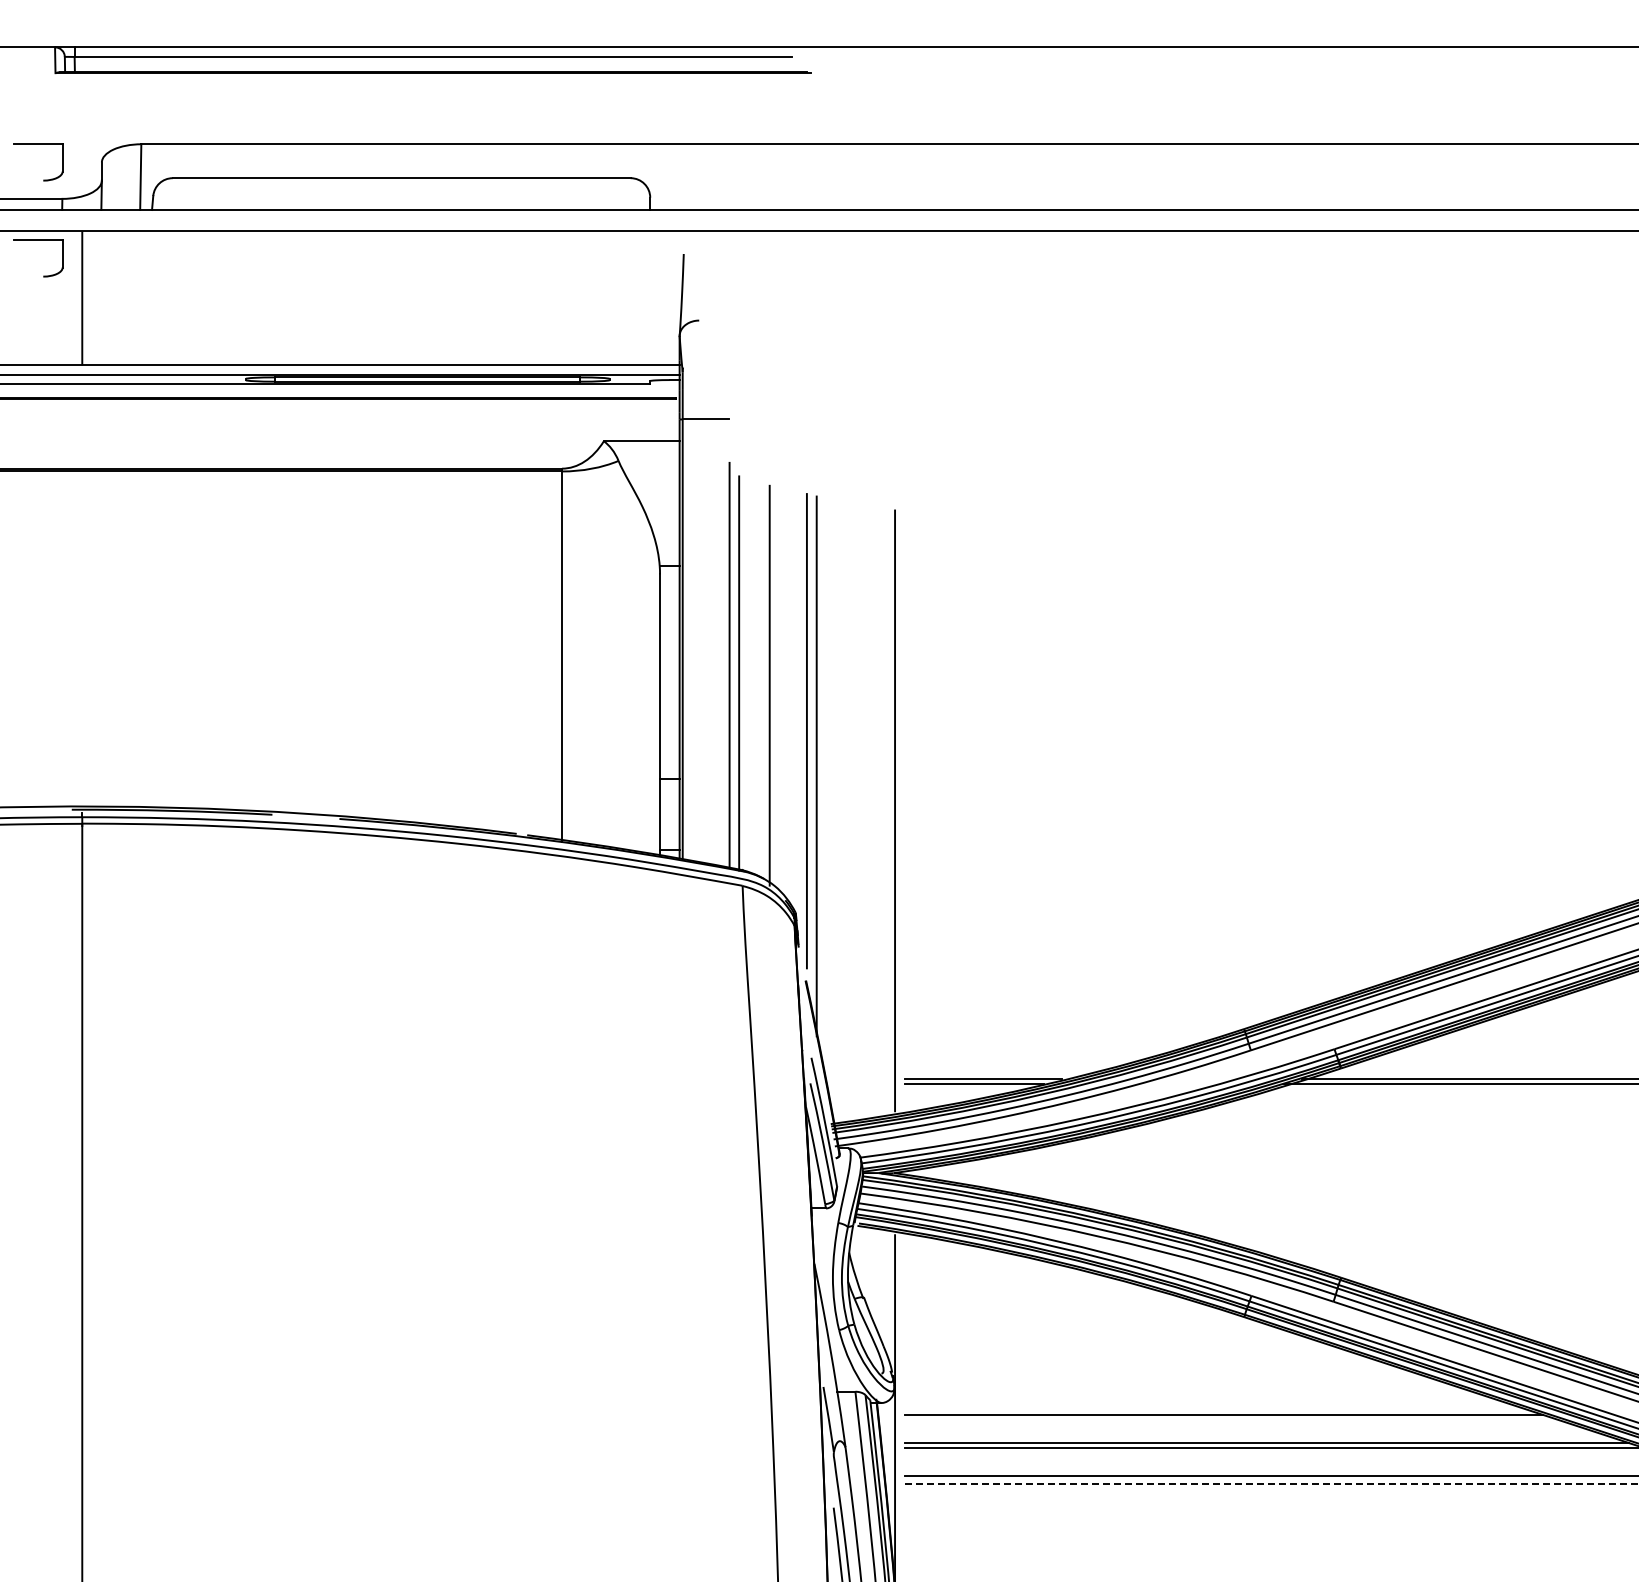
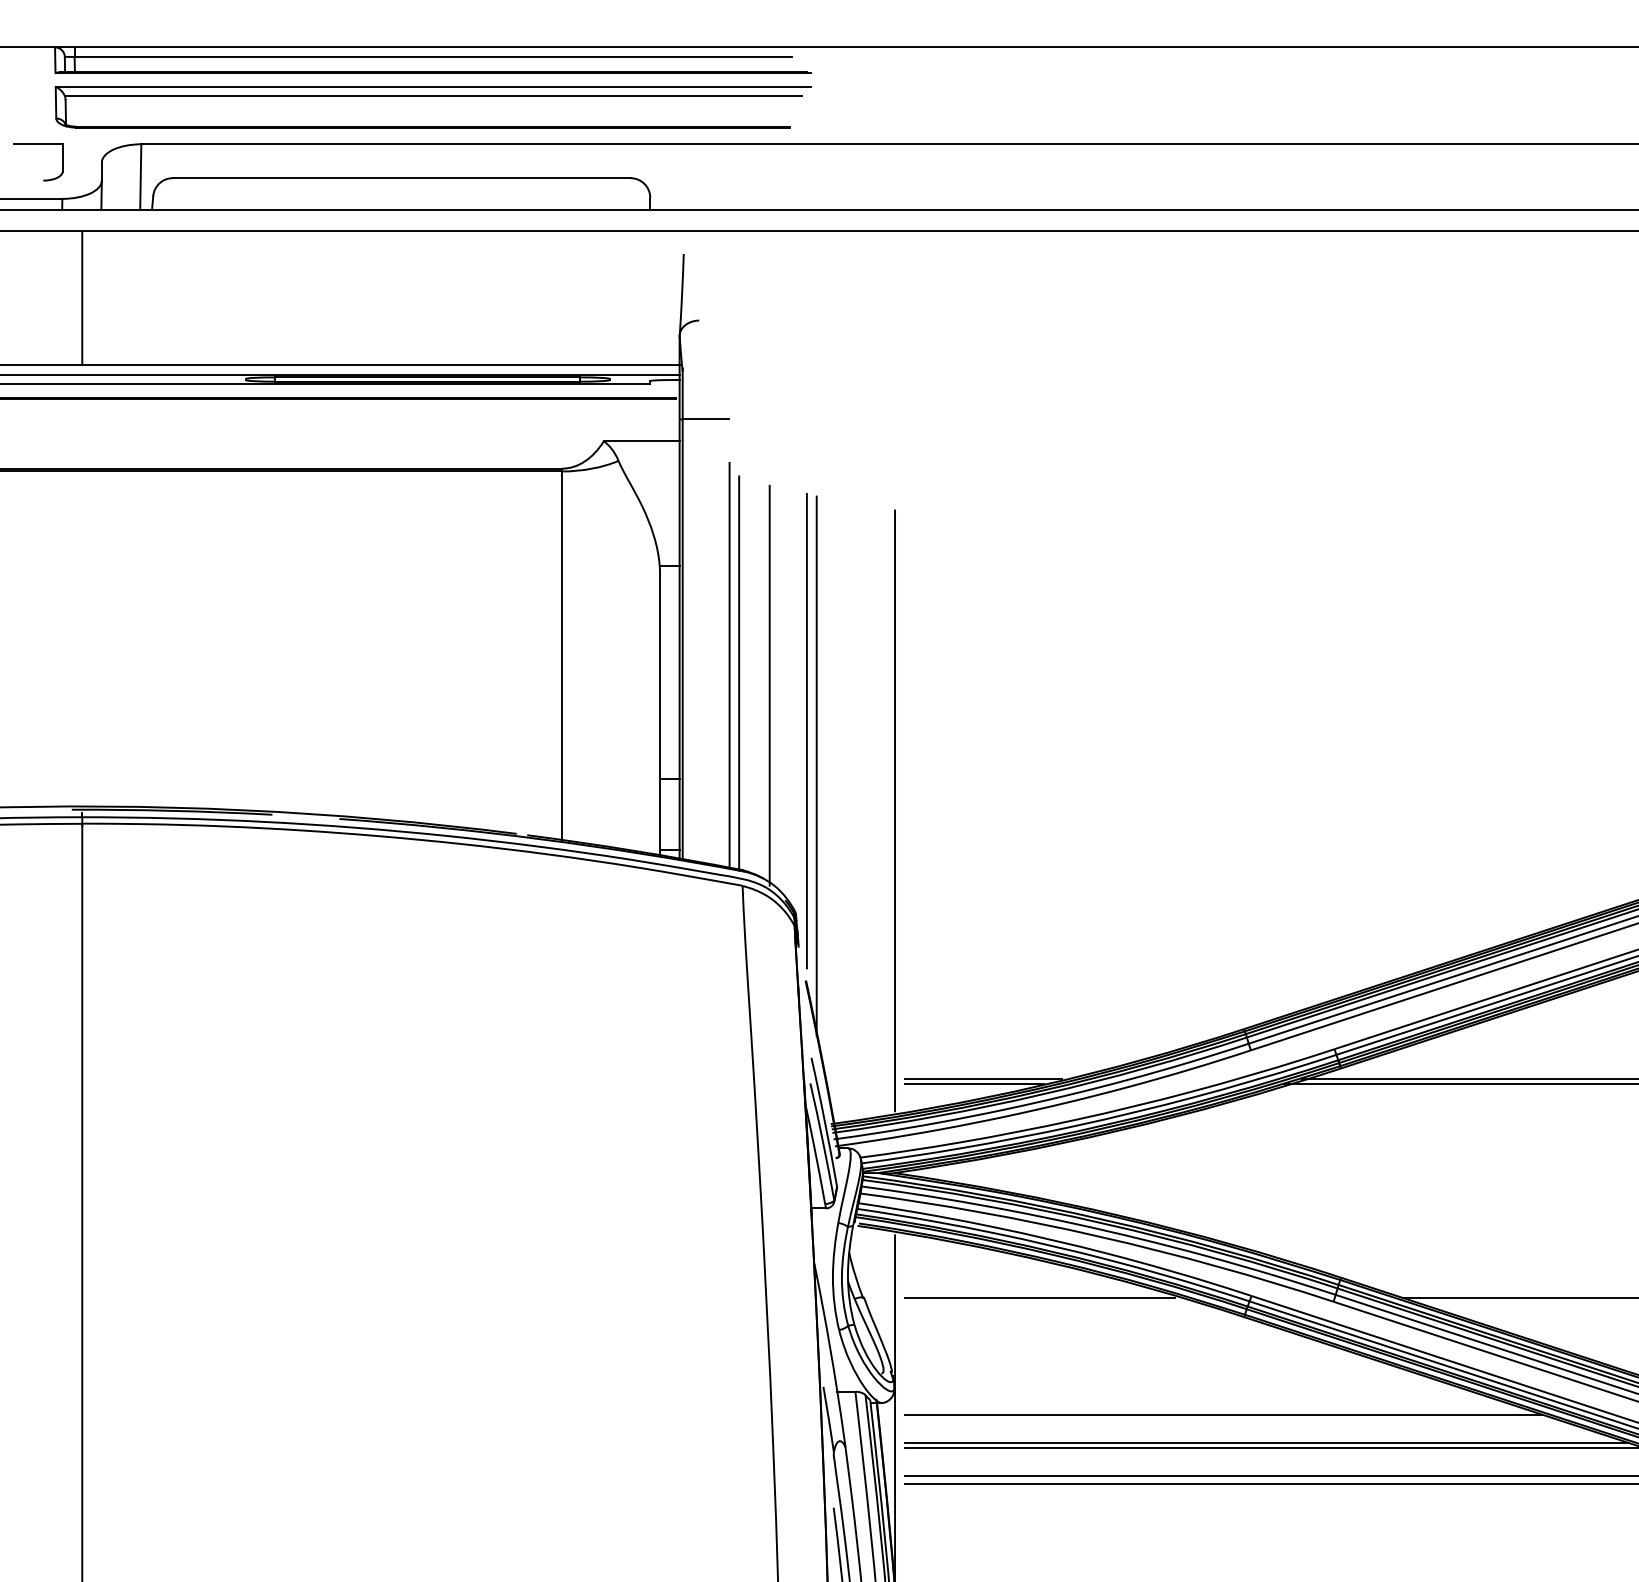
part at (432, 96): none -> present
part at (43, 275): present -> none
line at (1039, 1298): none -> present
line at (1519, 1298): none -> present
line at (1271, 1483): dashed -> solid
